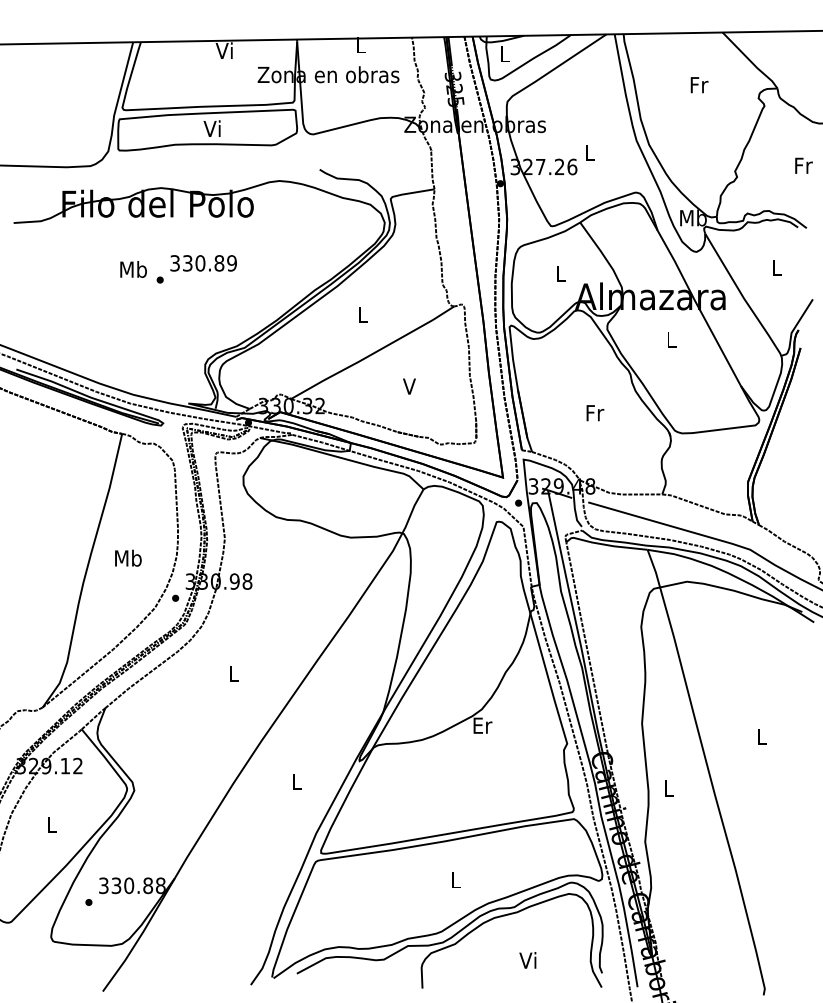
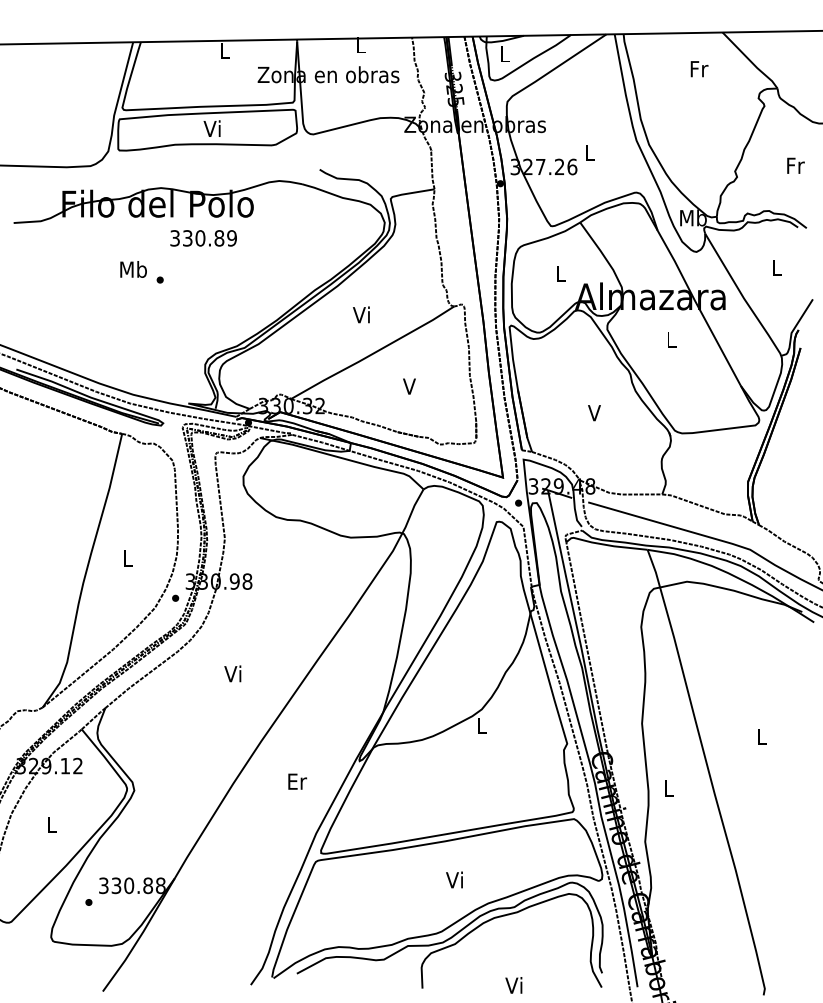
text at (223, 50): Vi -> L
text at (699, 85) position: (699, 85) -> (699, 69)
text at (803, 165) position: (803, 165) -> (795, 165)
text at (203, 263) position: (203, 263) -> (203, 238)
text at (361, 314): L -> Vi
text at (595, 413): Fr -> V
text at (128, 557): Mb -> L
text at (232, 673): L -> Vi
text at (482, 725): Er -> L
text at (297, 781): L -> Er
text at (454, 879): L -> Vi
text at (527, 960) position: (527, 960) -> (513, 985)
